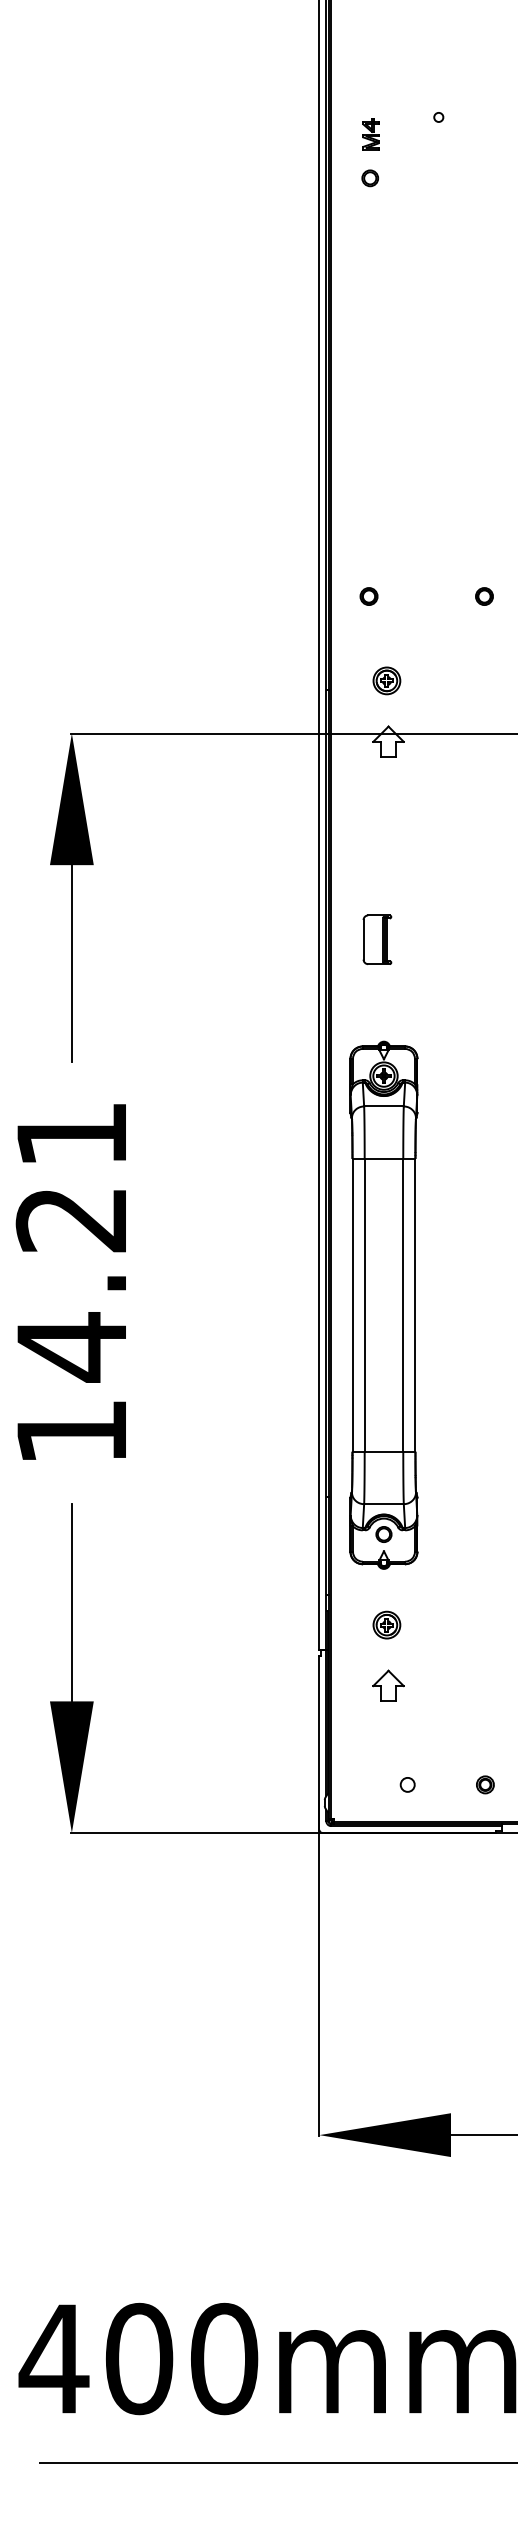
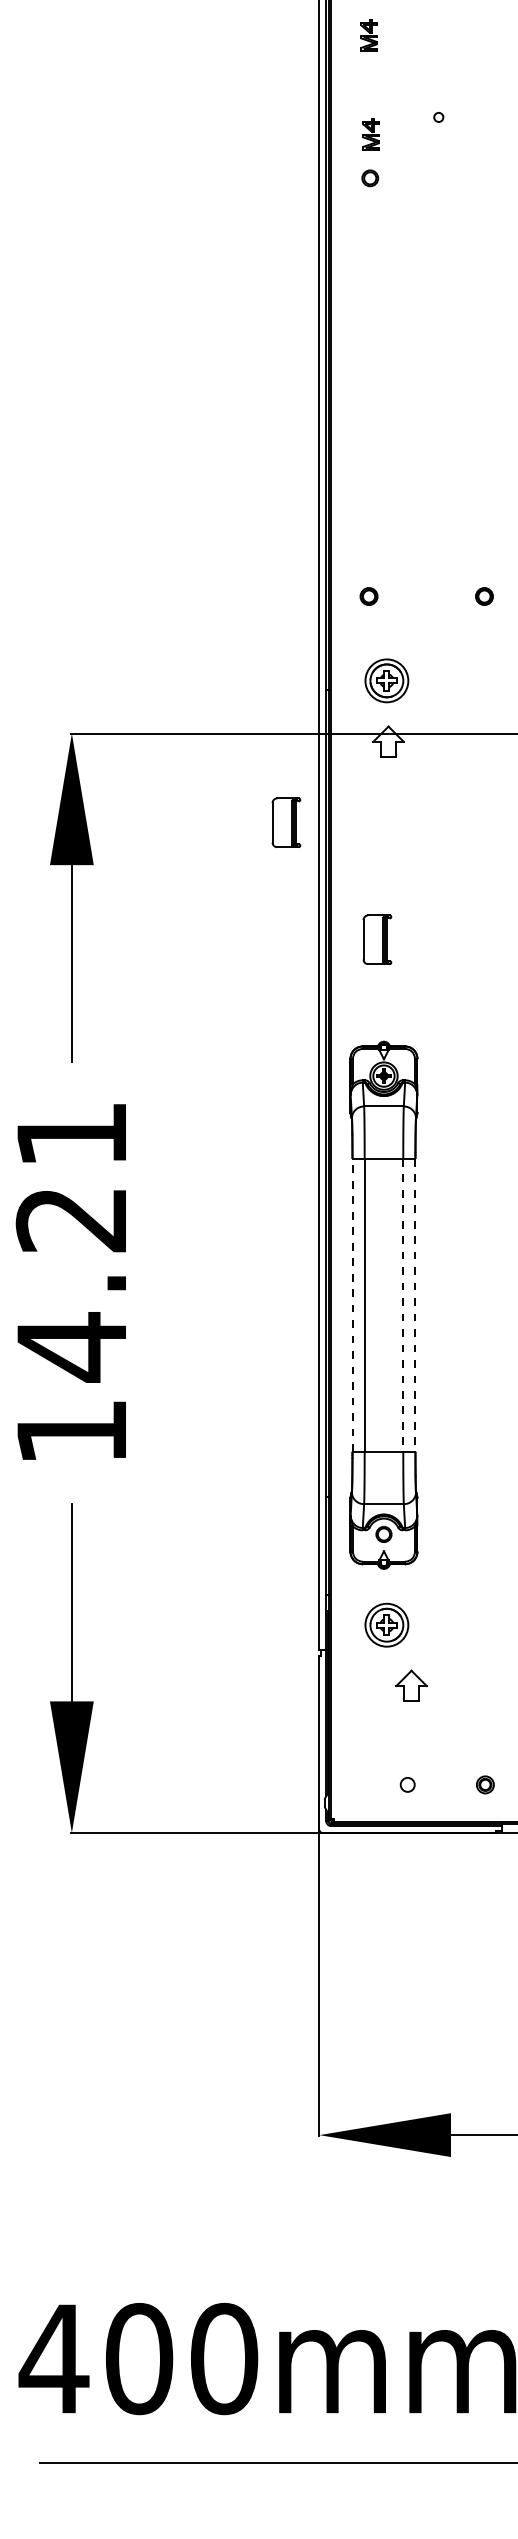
part at (368, 35): none -> present
part at (386, 680) size: 30x30 px -> 46x46 px
part at (286, 822): none -> present
line at (352, 1304): solid -> dashed
line at (403, 1305): solid -> dashed
line at (415, 1305): solid -> dashed
part at (386, 1624) size: 30x30 px -> 46x46 px
part at (388, 1685) position: (388, 1685) -> (411, 1685)
